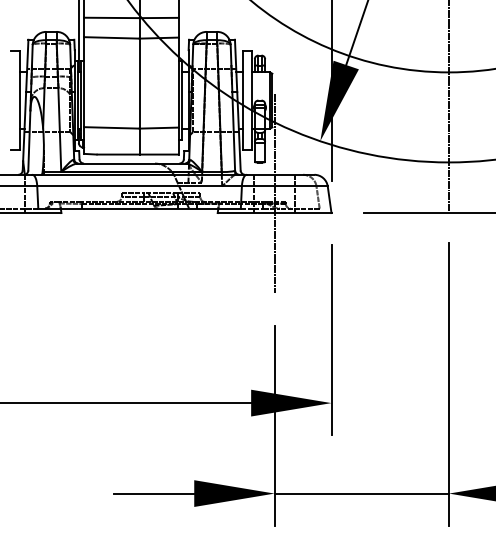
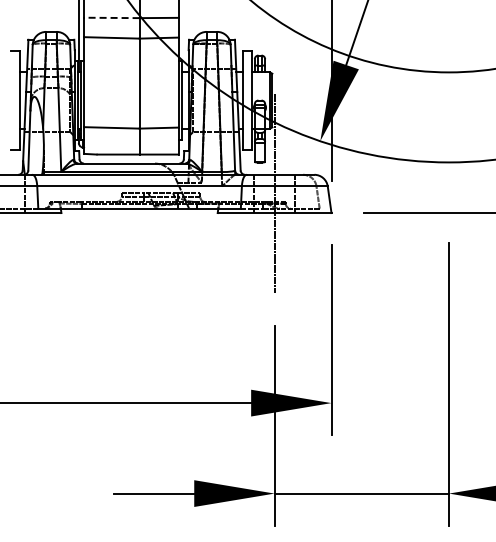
line at (112, 17): solid -> dashed
line at (449, 106): present -> none
